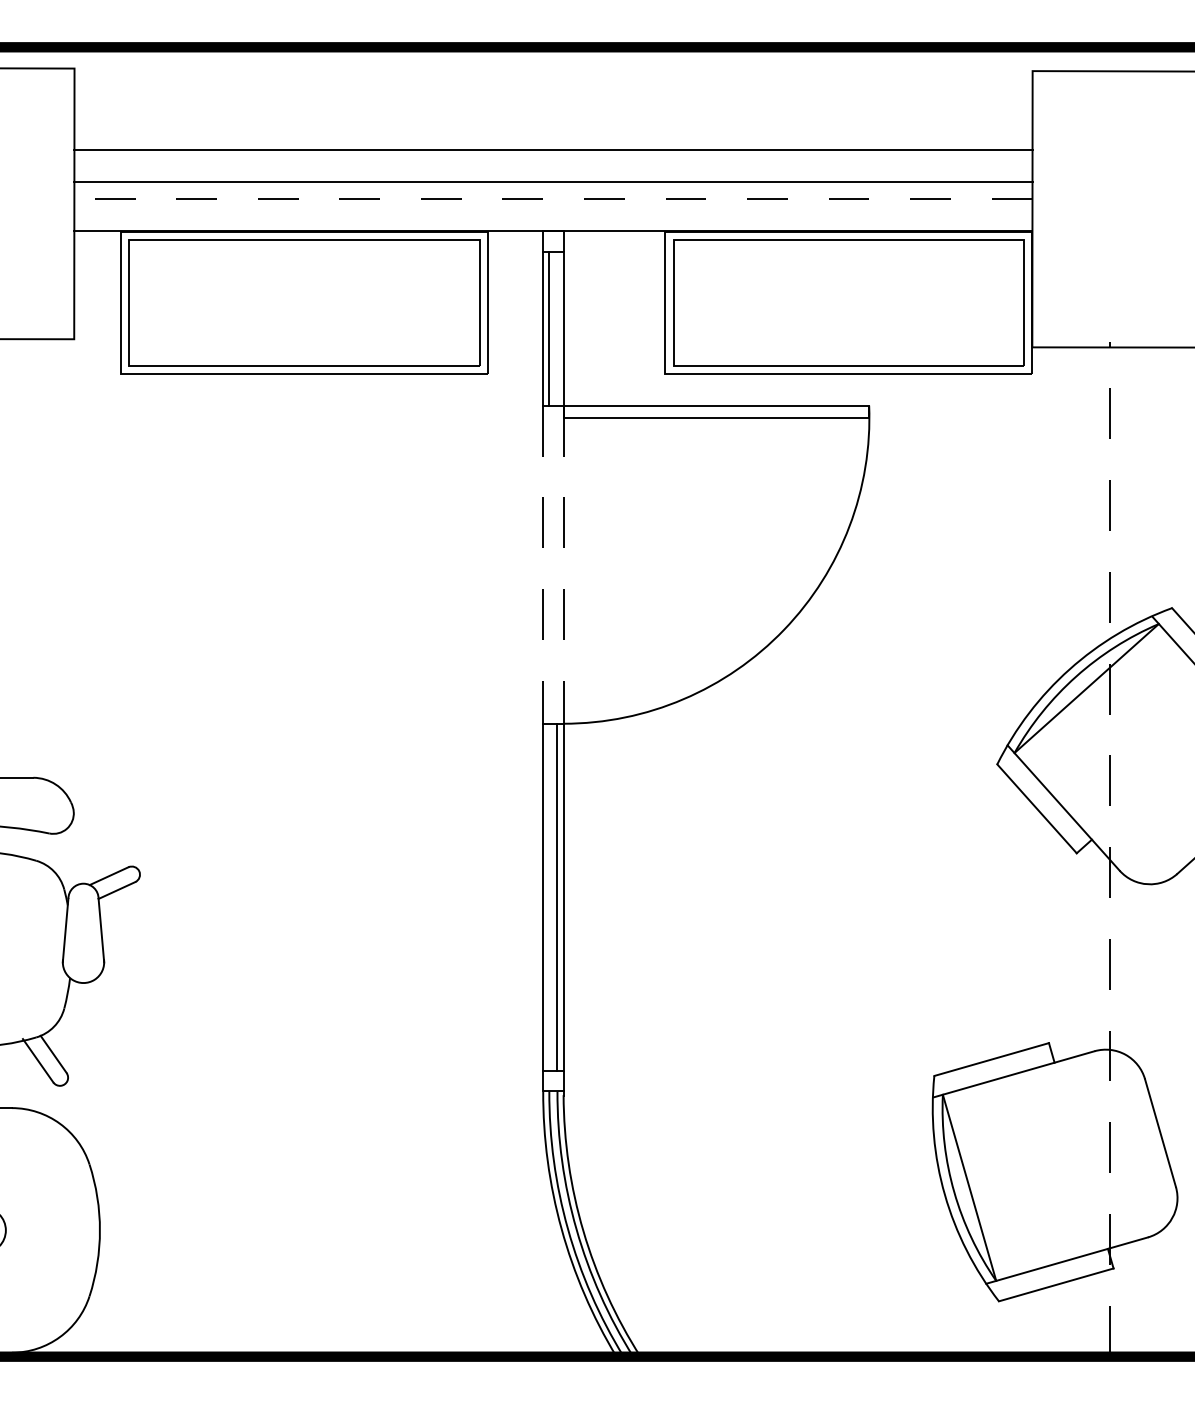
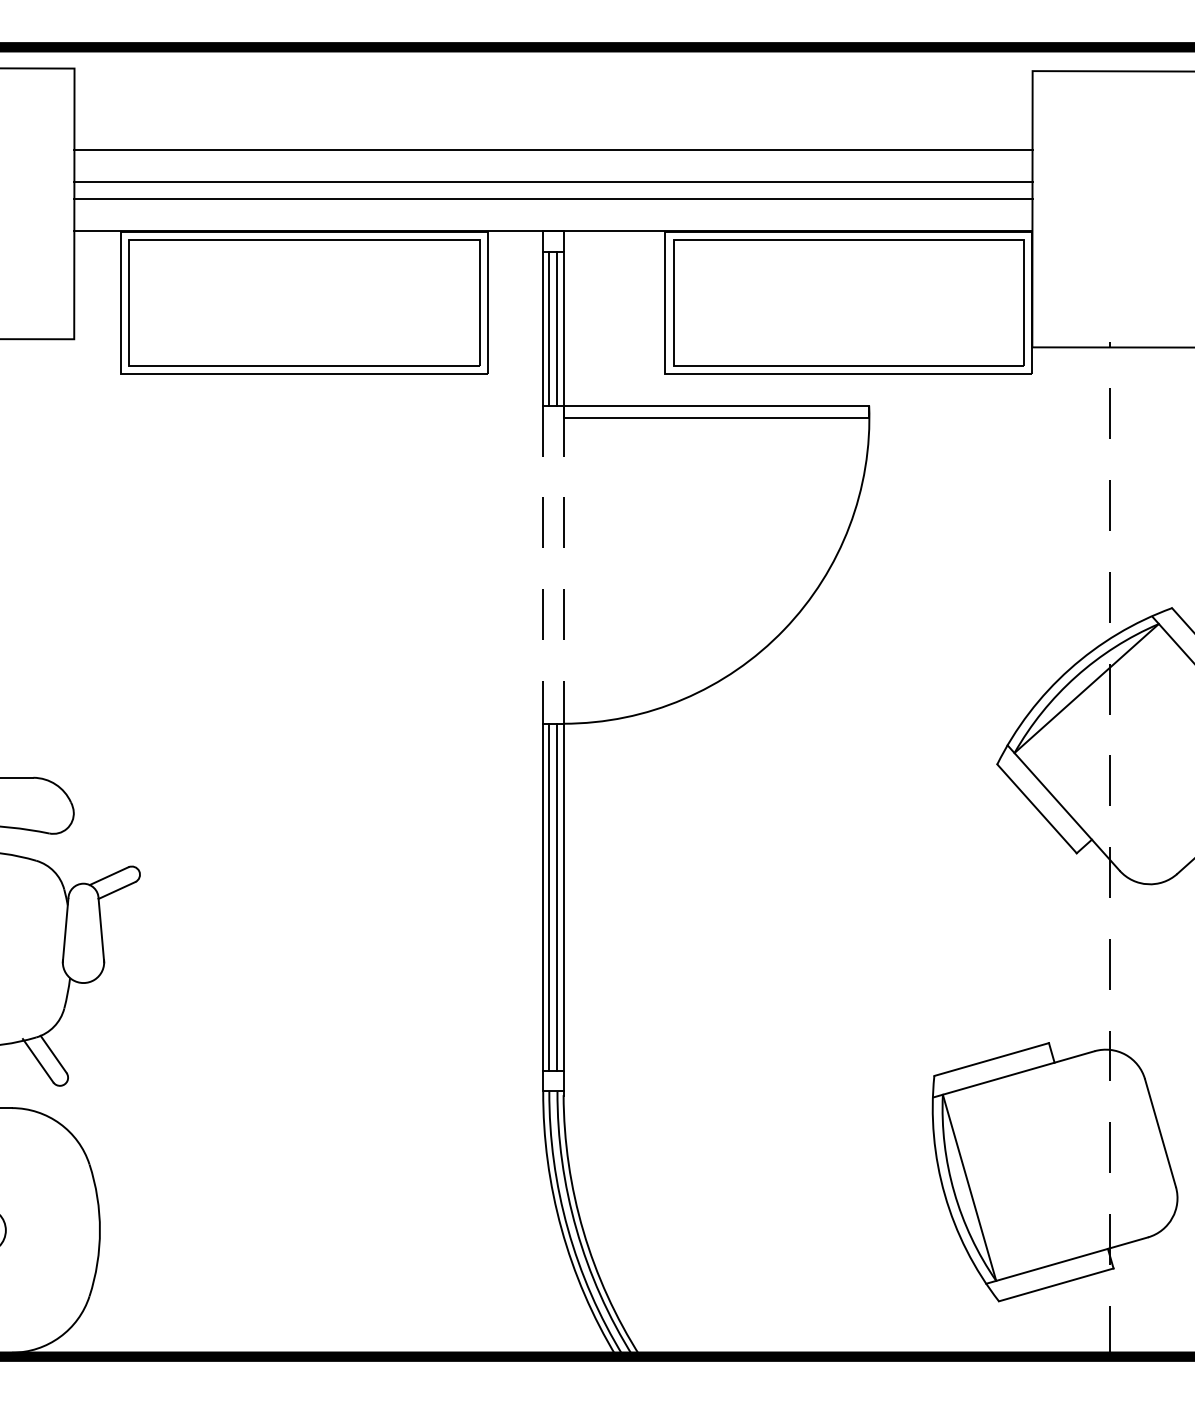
line at (553, 198): dashed -> solid
line at (557, 328): none -> present
line at (549, 897): none -> present
